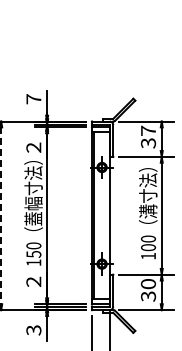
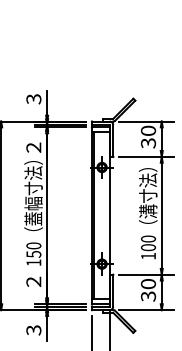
text at (33, 99): 7 -> 3
text at (148, 130): 37 -> 30
line at (1, 216): dashed -> solid
